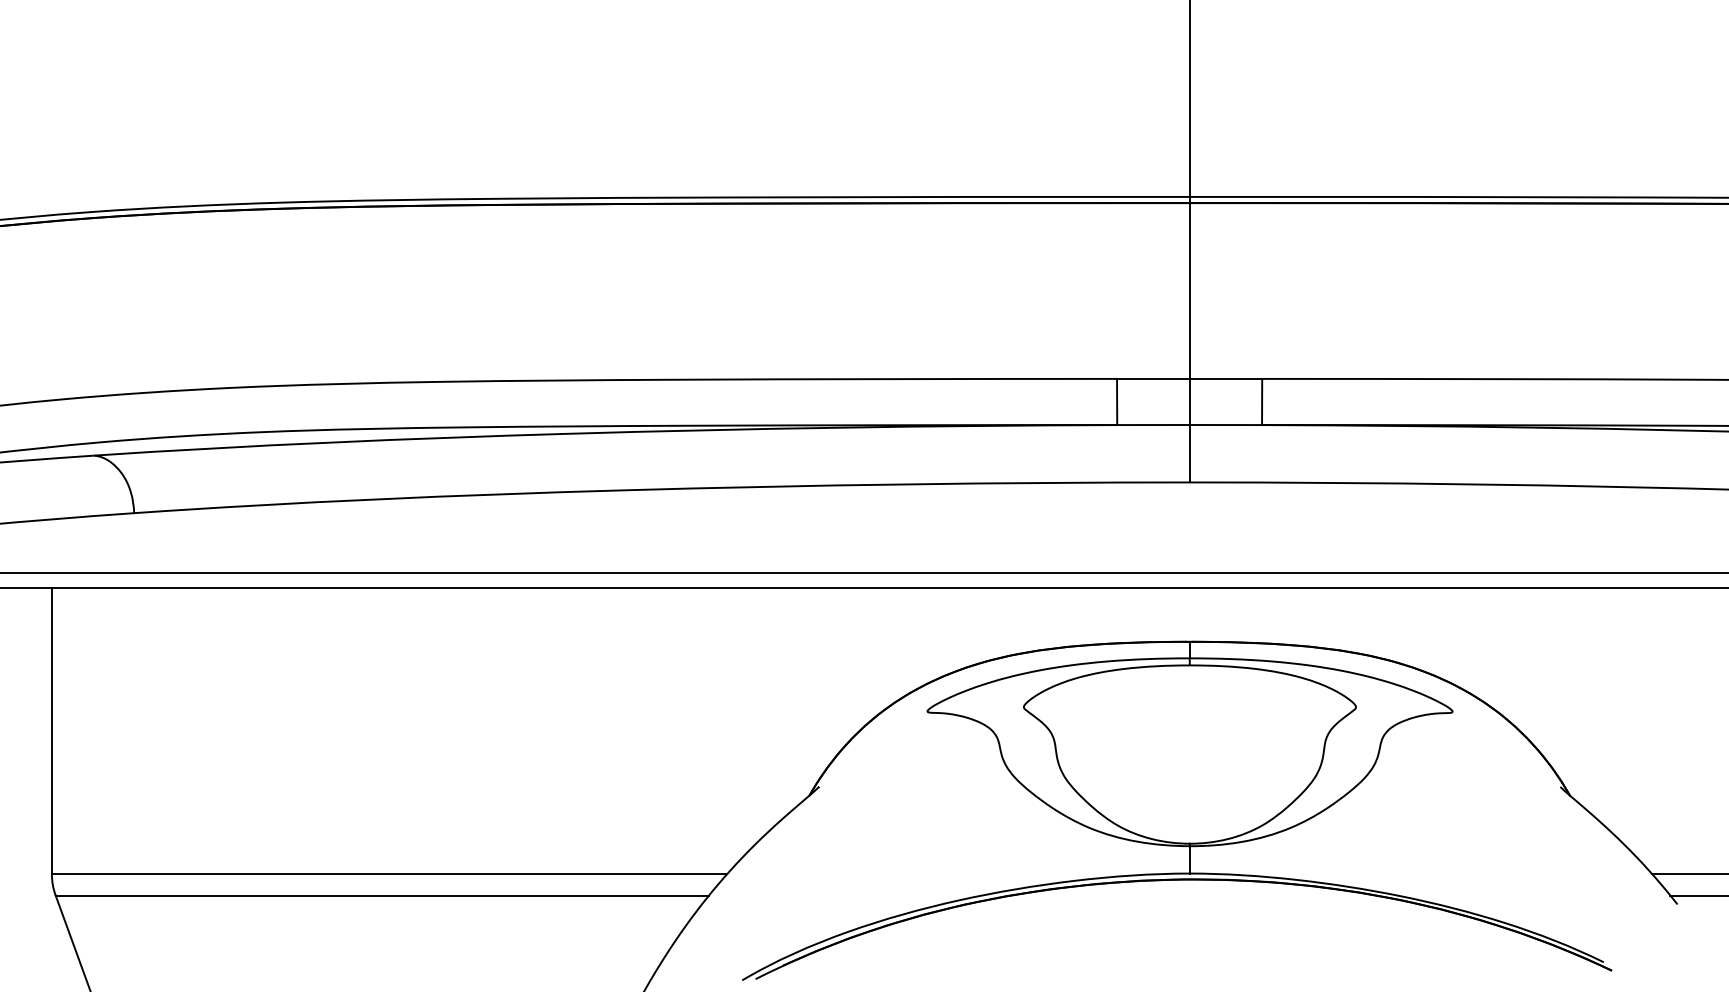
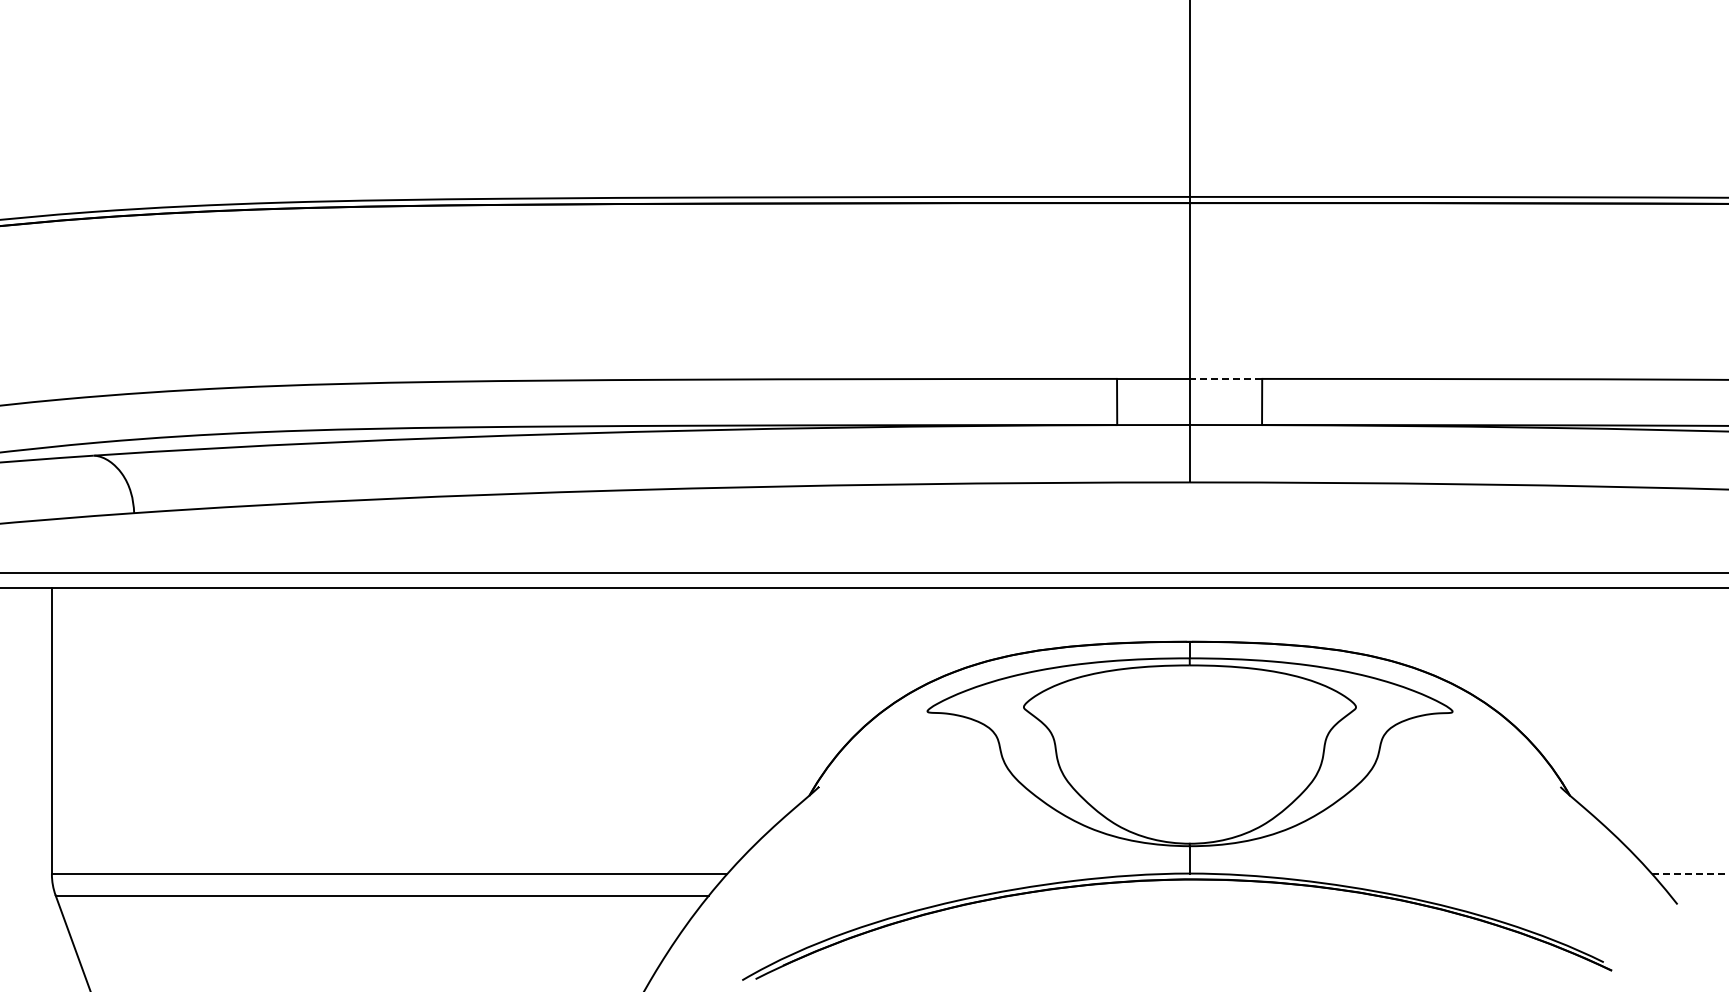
line at (1225, 378): solid -> dashed
line at (1690, 874): solid -> dashed
line at (1697, 895): present -> none
